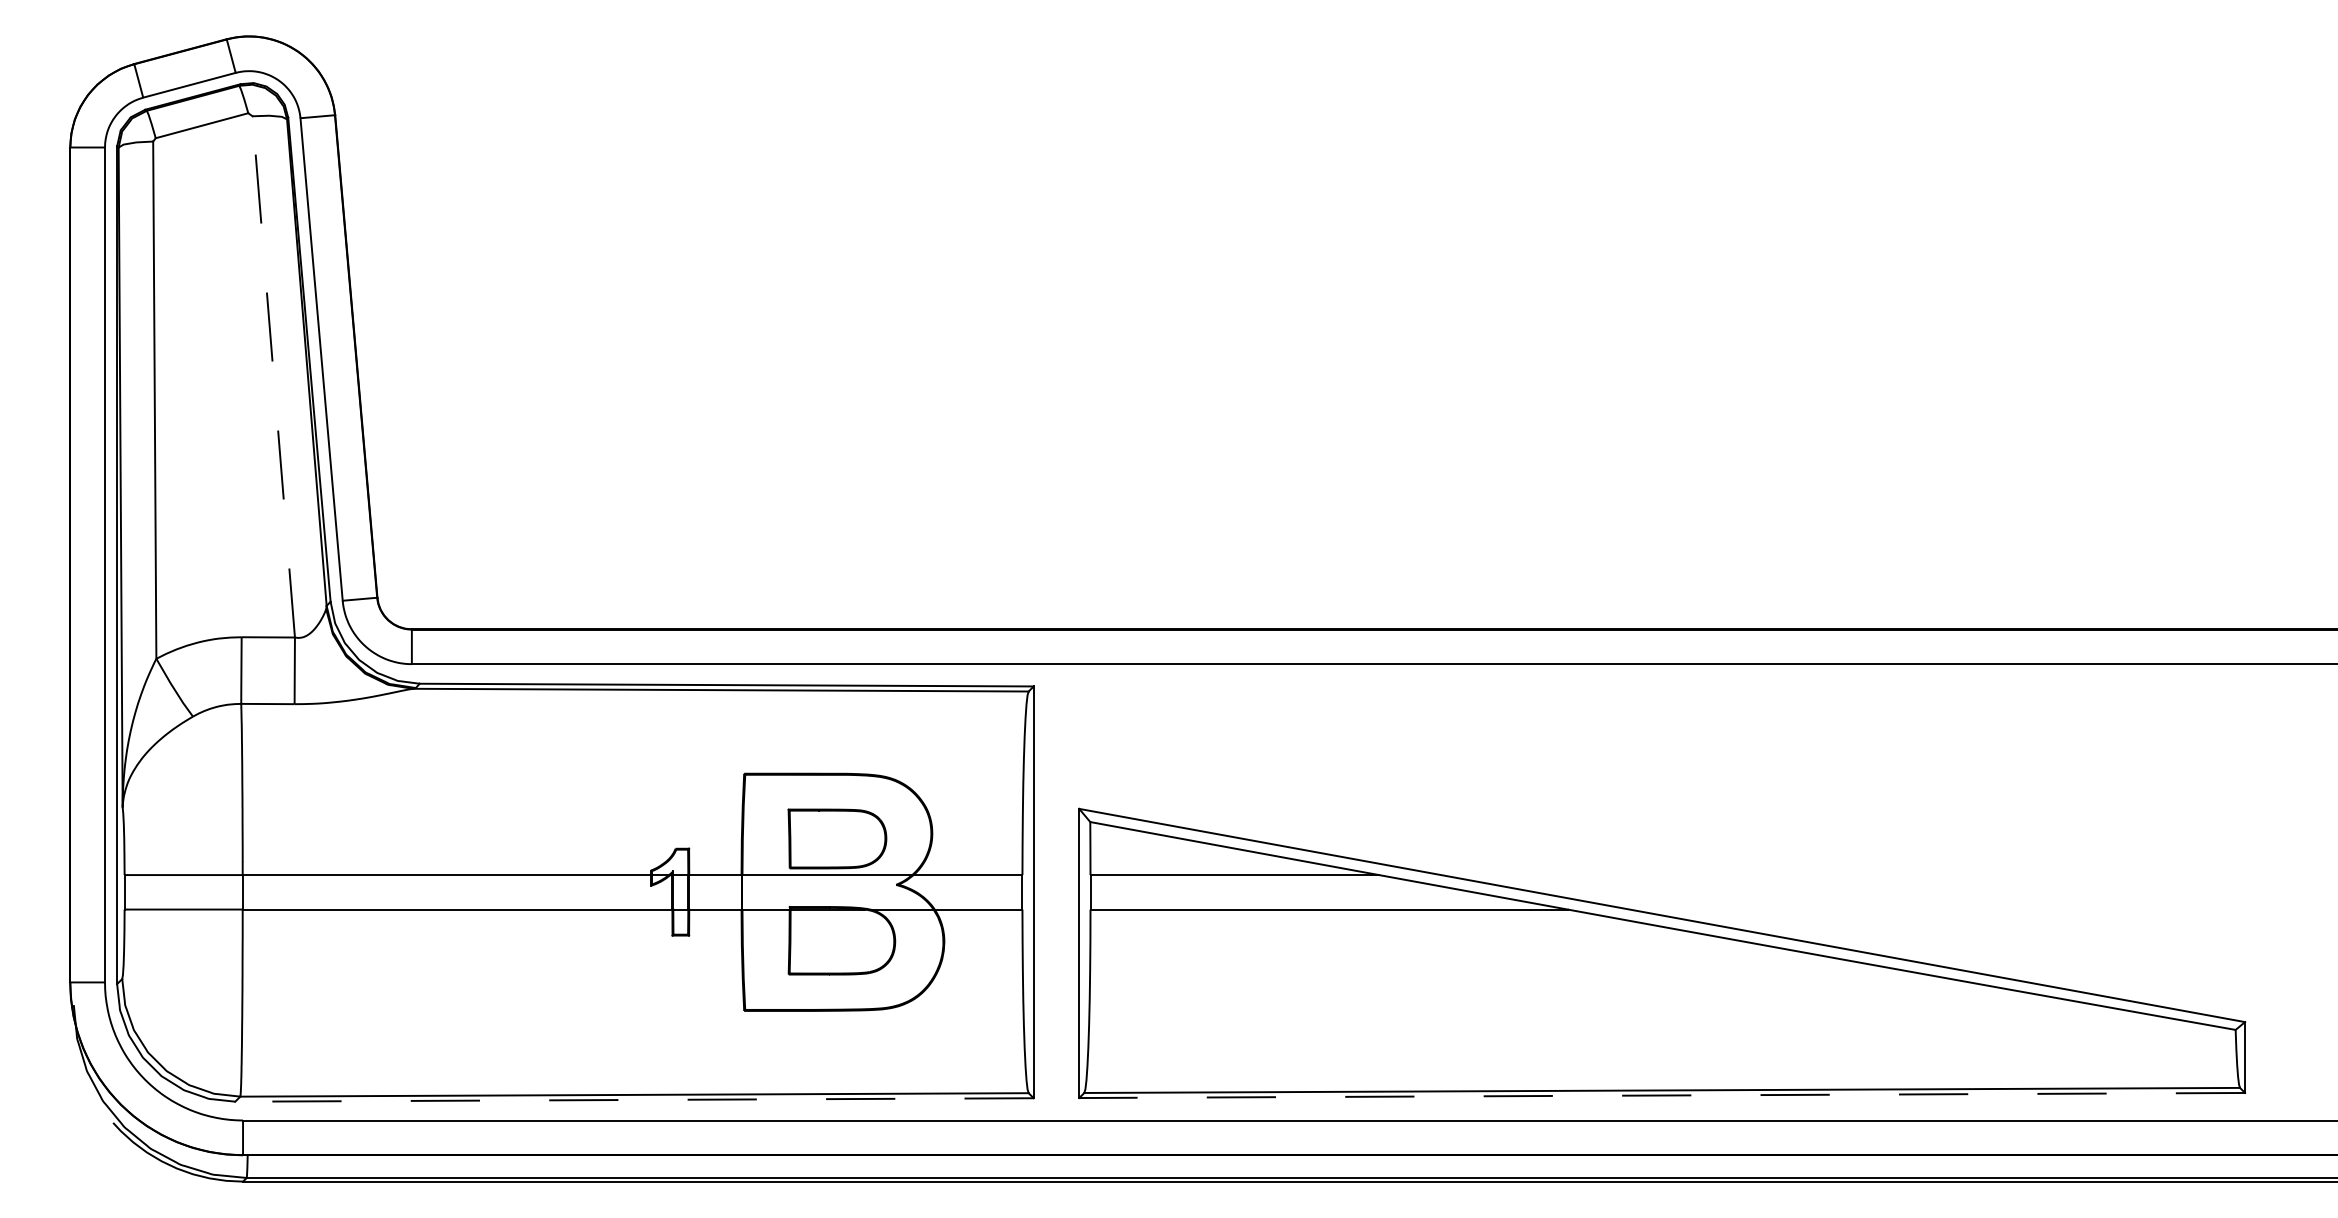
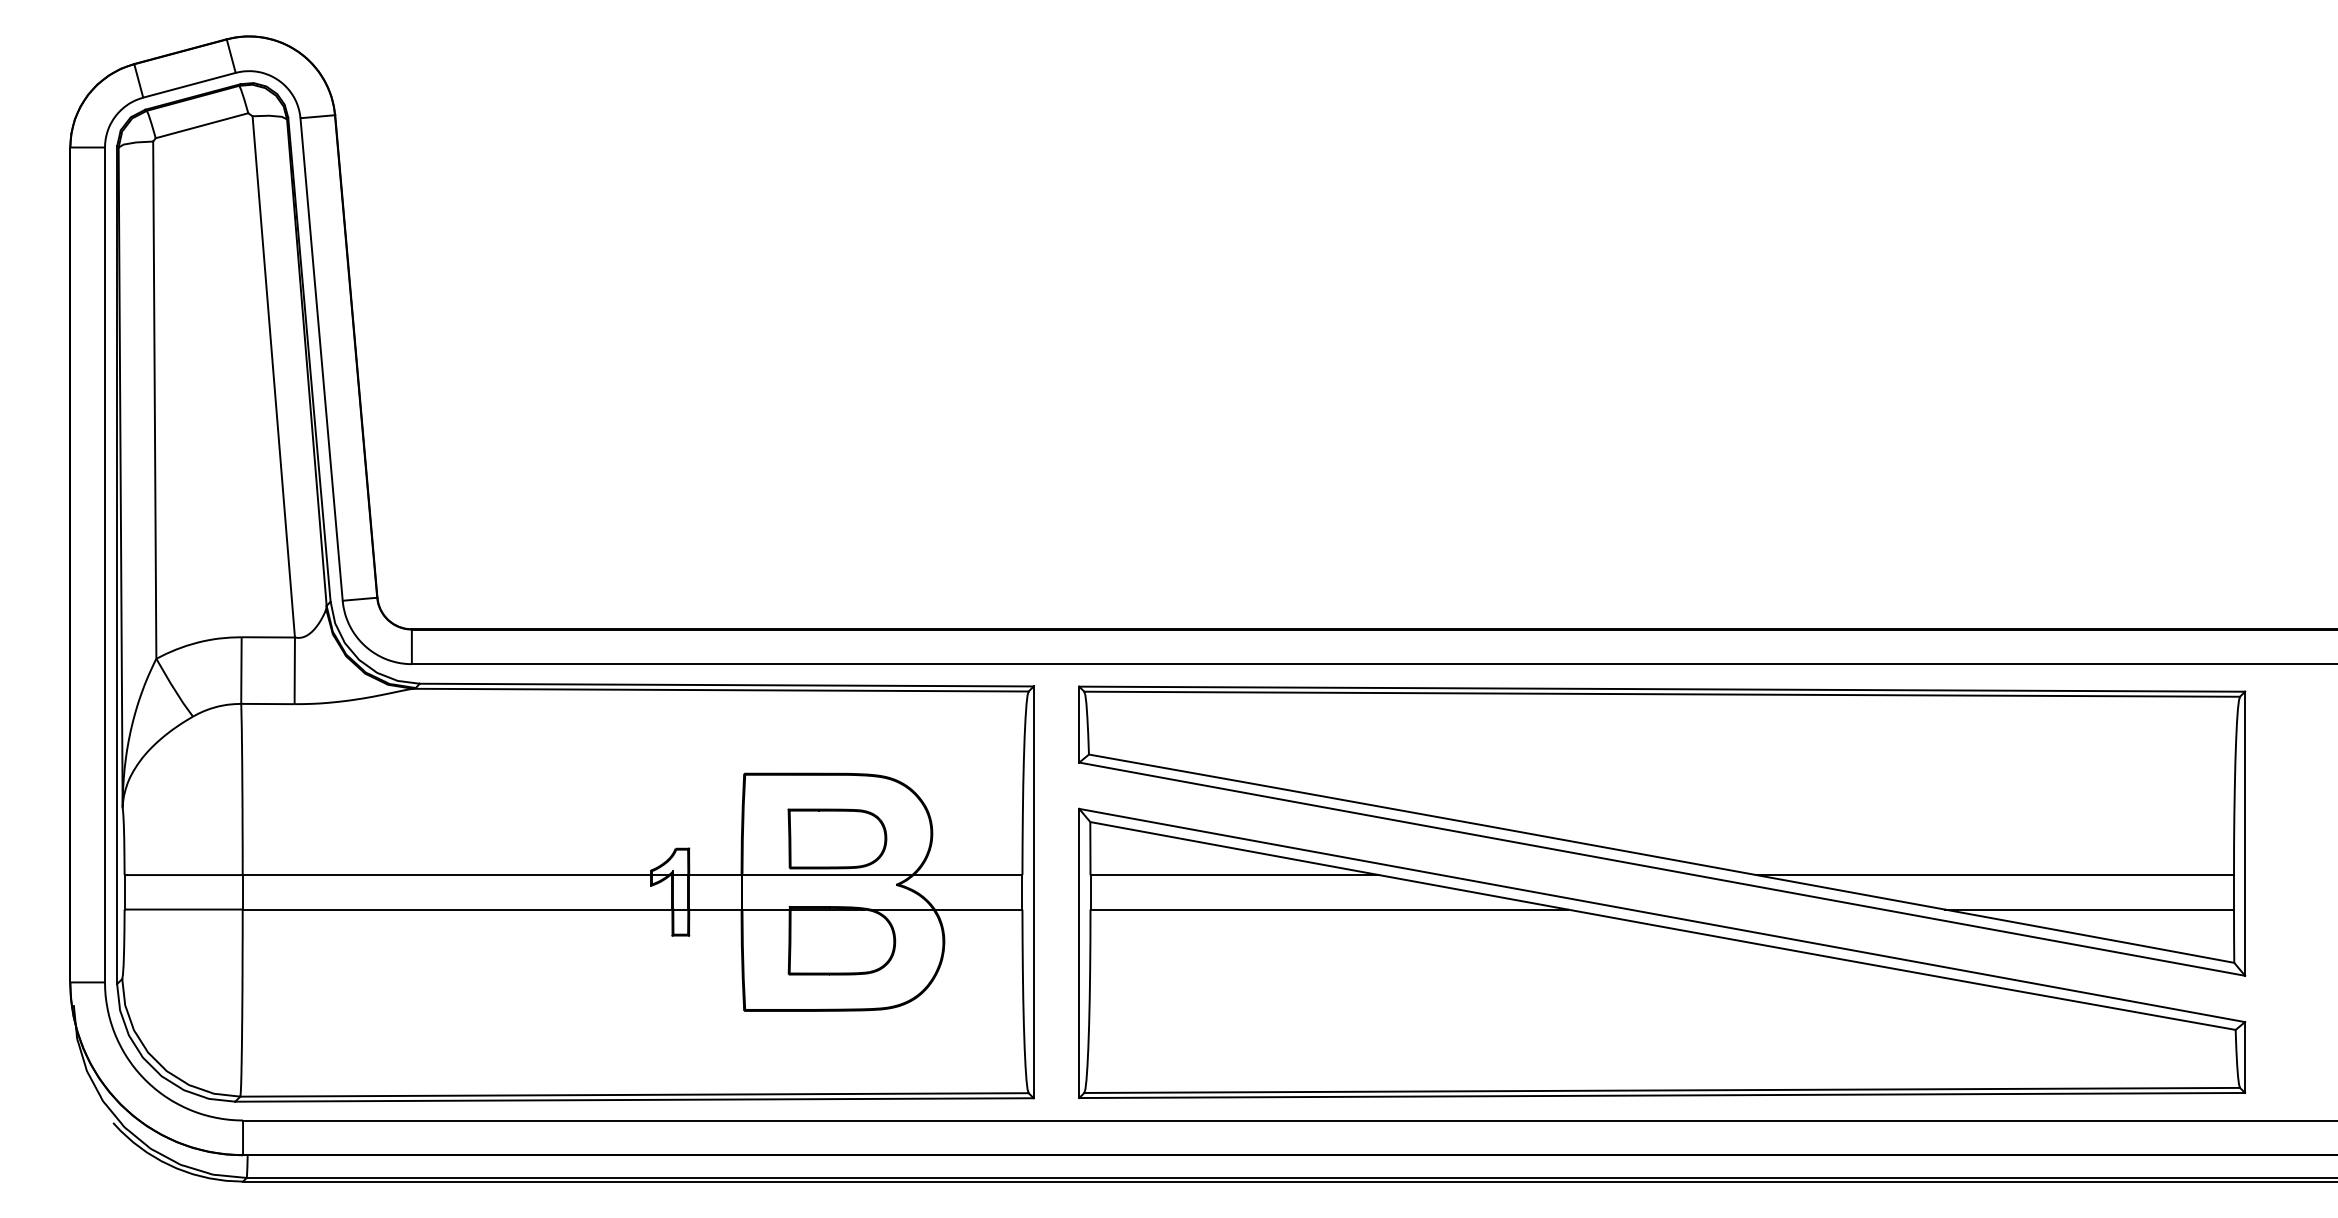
line at (273, 376): dashed -> solid
part at (1662, 830): none -> present
line at (1662, 1095): dashed -> solid
line at (634, 1099): dashed -> solid
